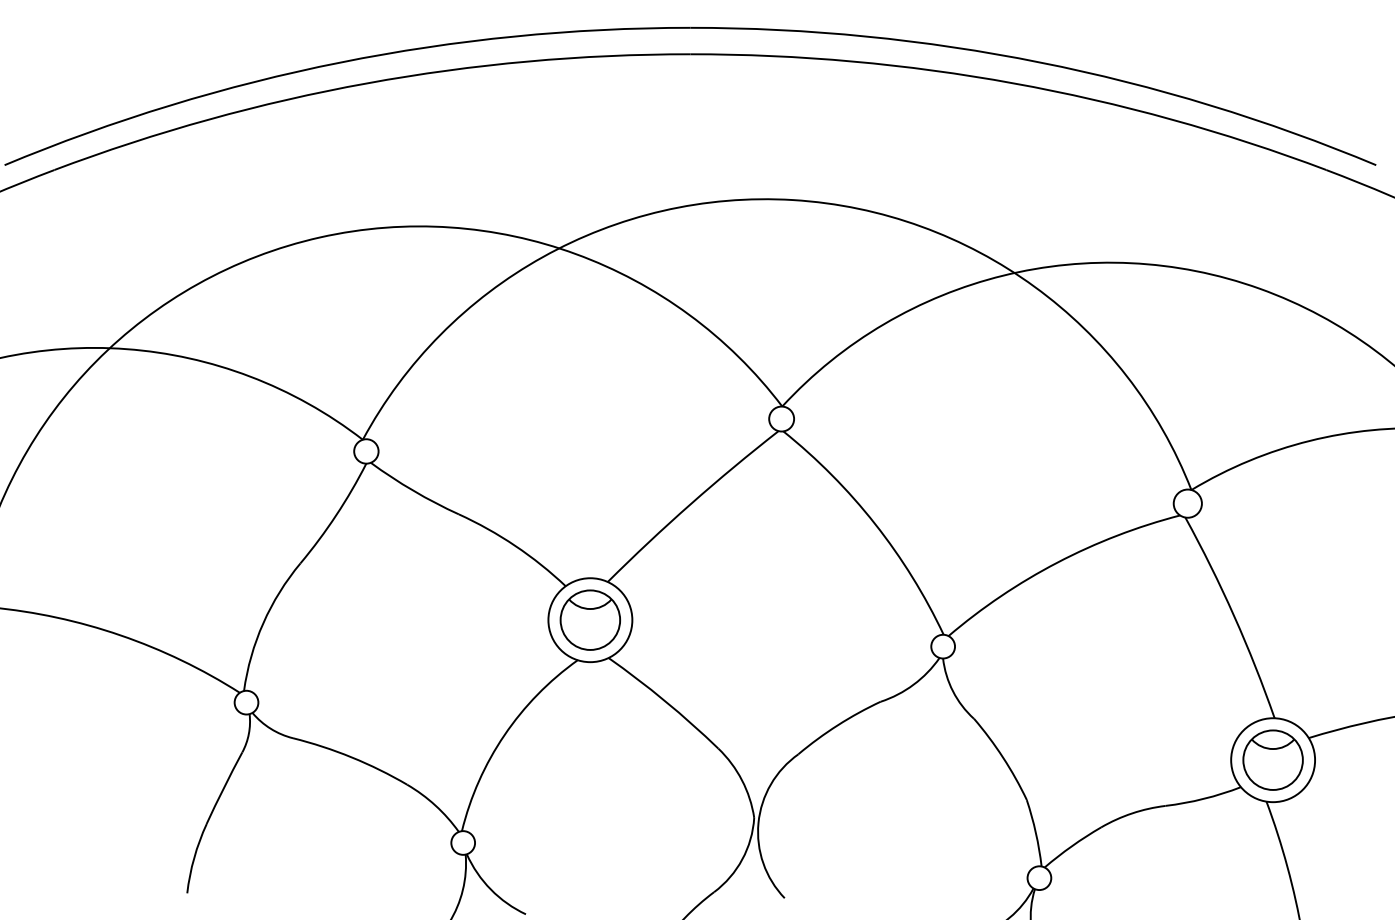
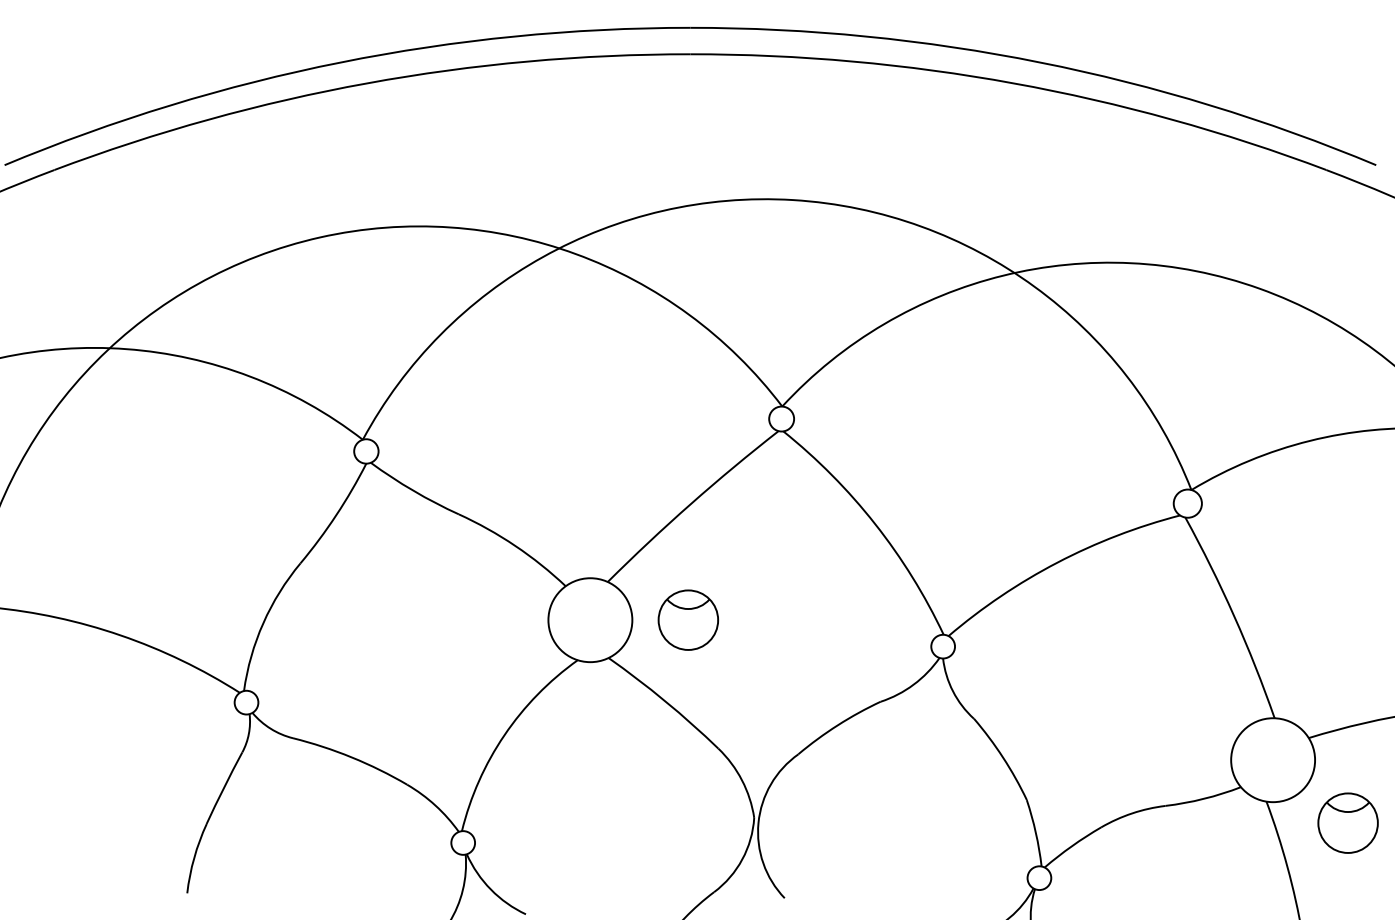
part at (589, 619) position: (589, 619) -> (687, 619)
part at (1272, 759) position: (1272, 759) -> (1347, 822)
